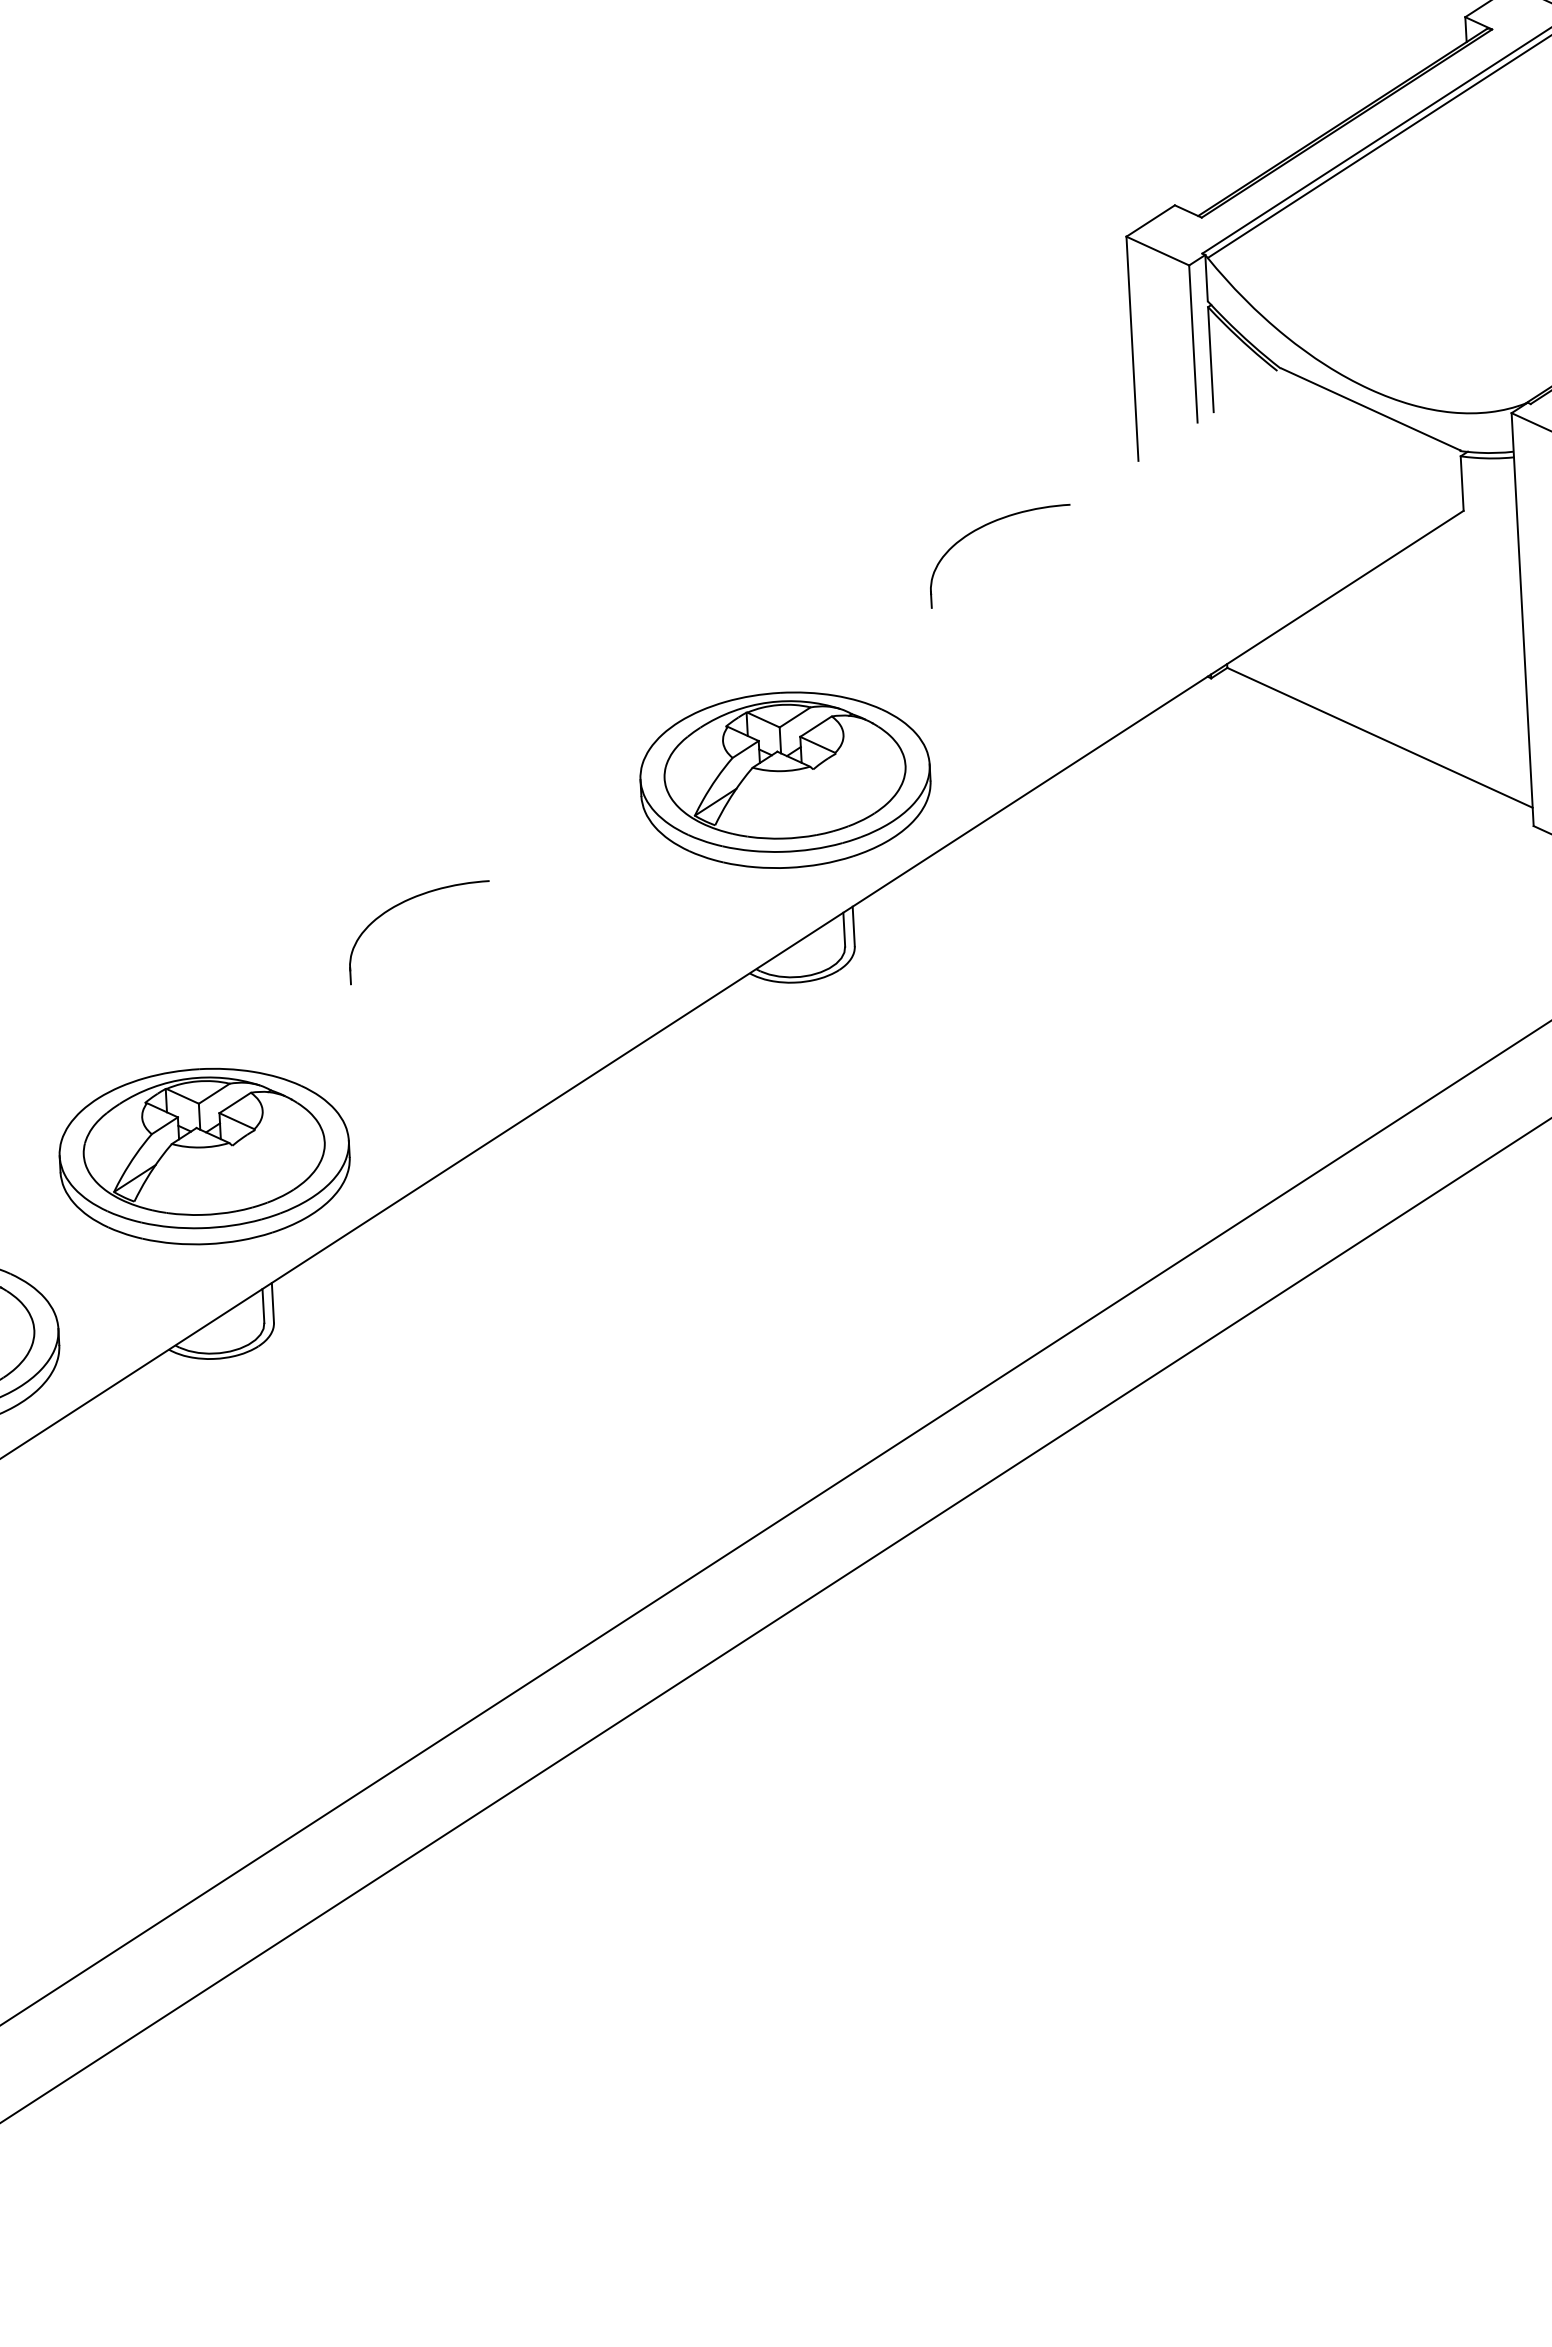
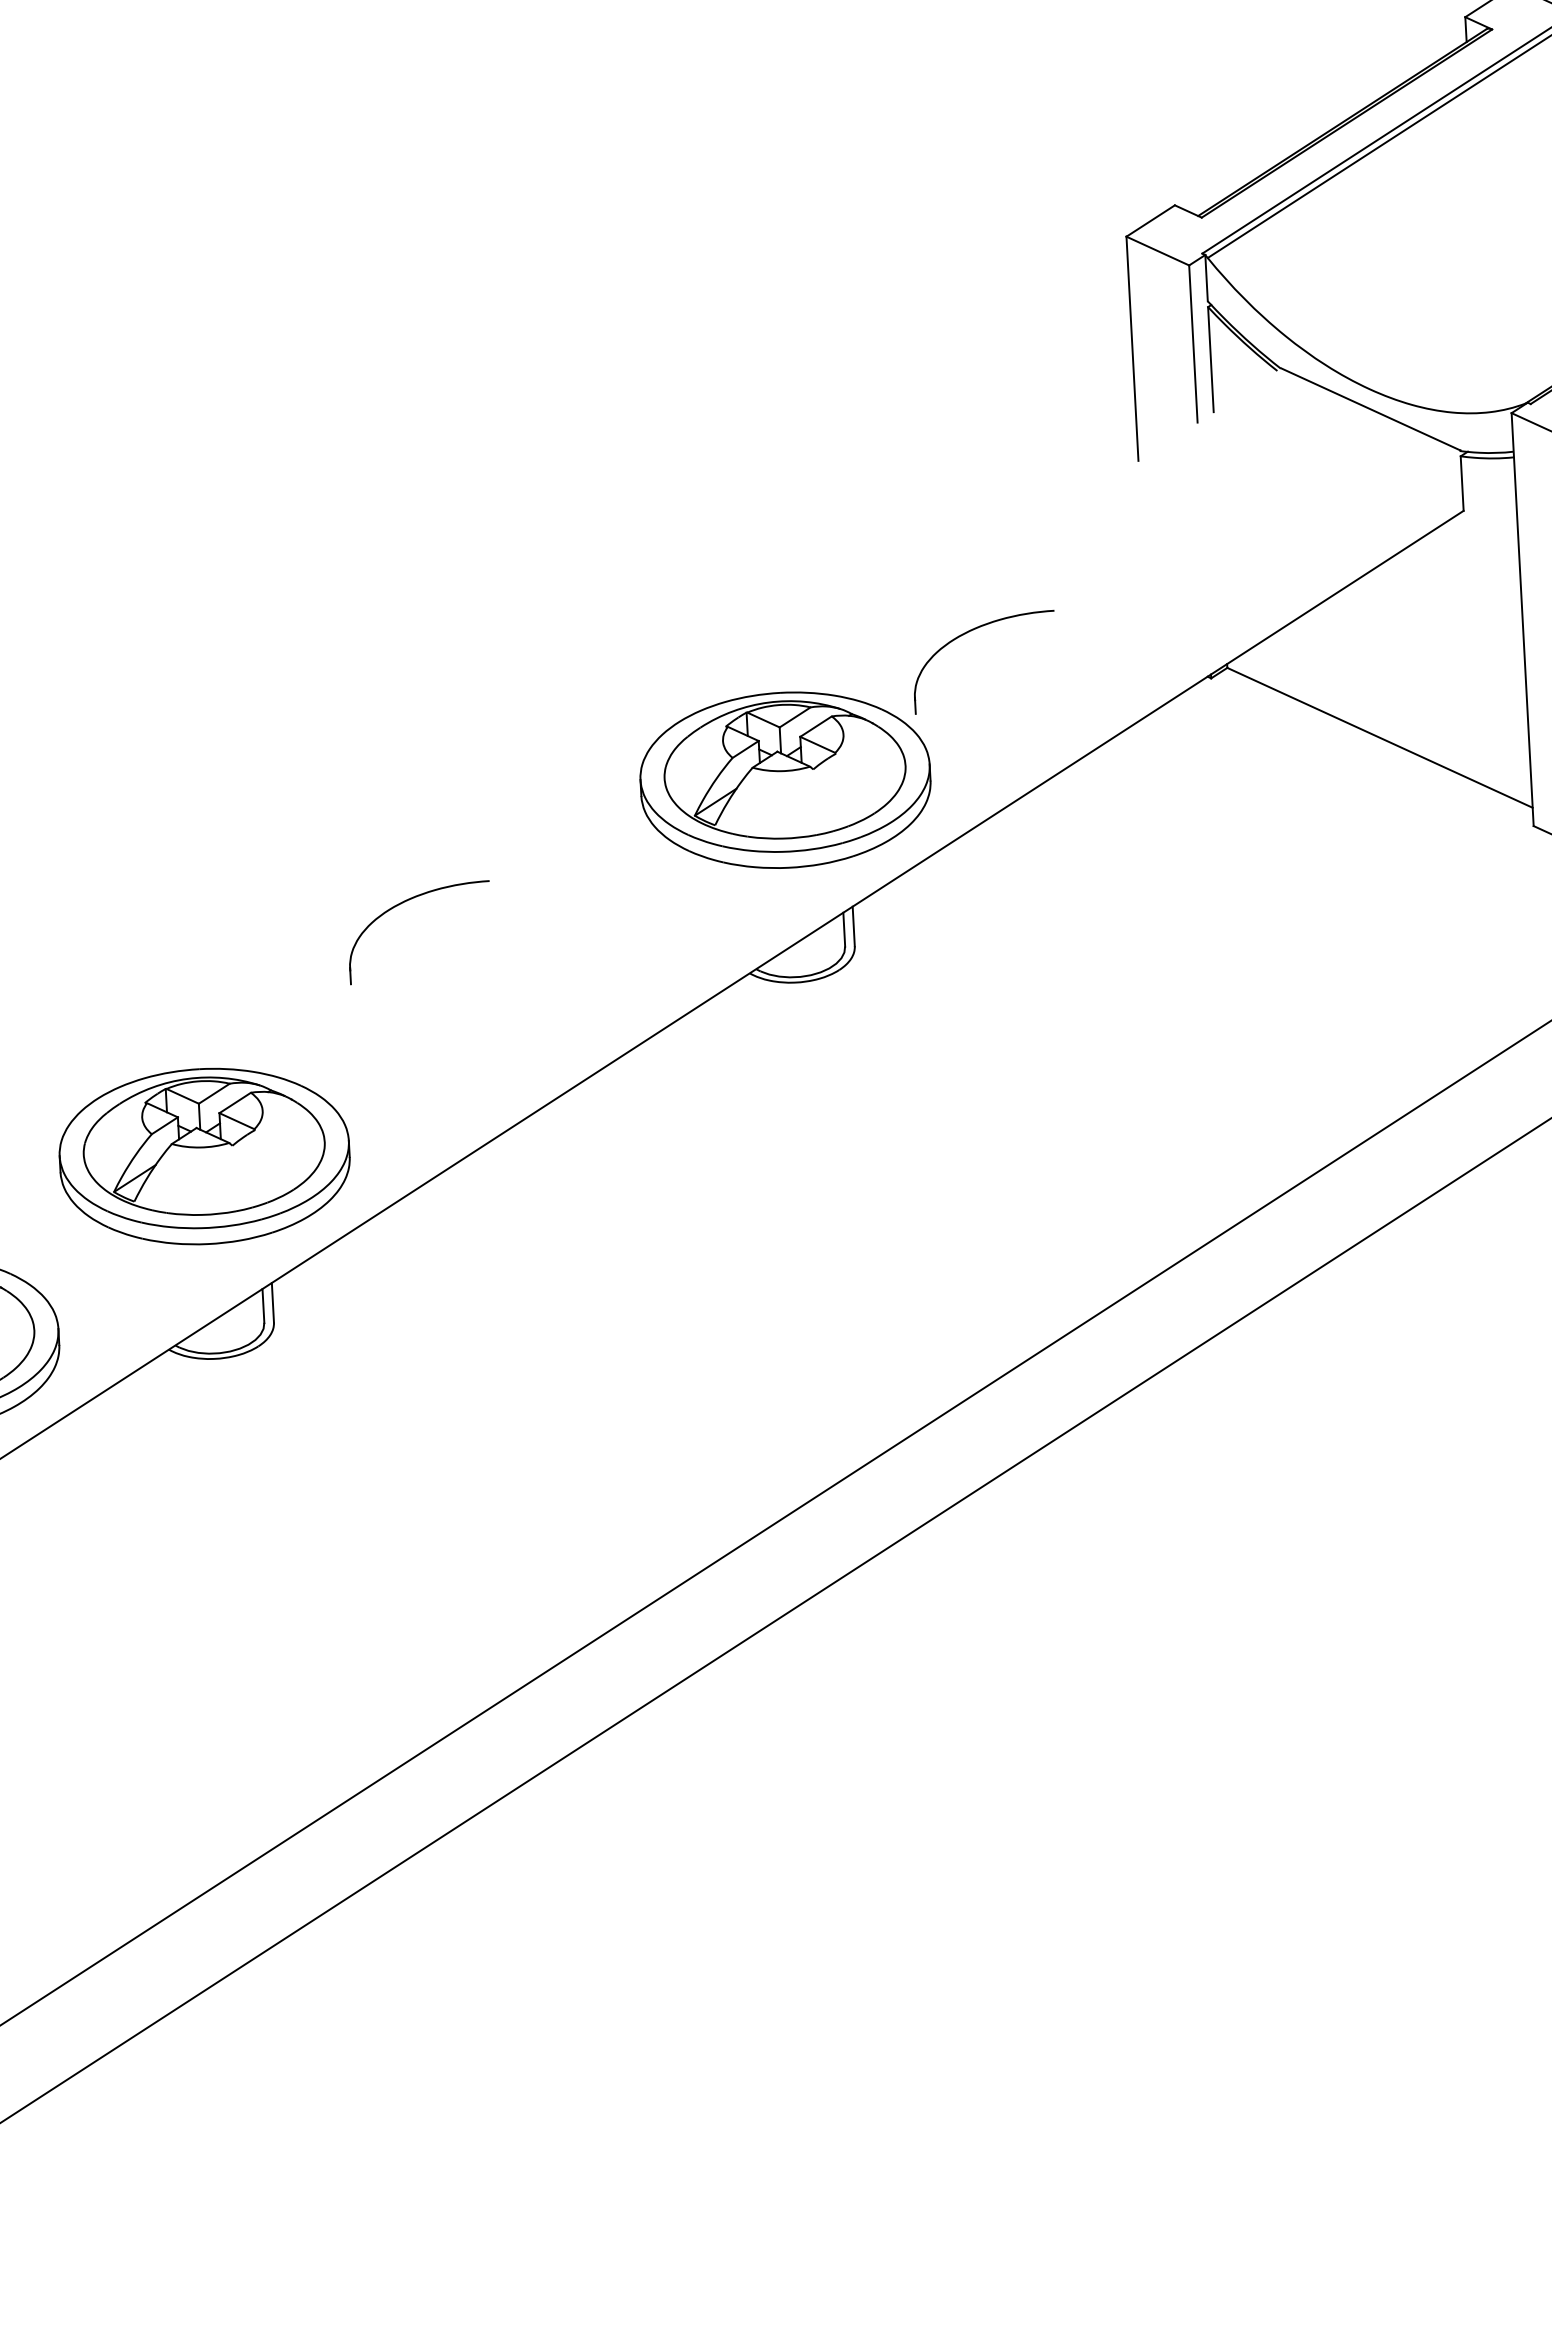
part at (985, 526) position: (985, 526) -> (969, 632)
